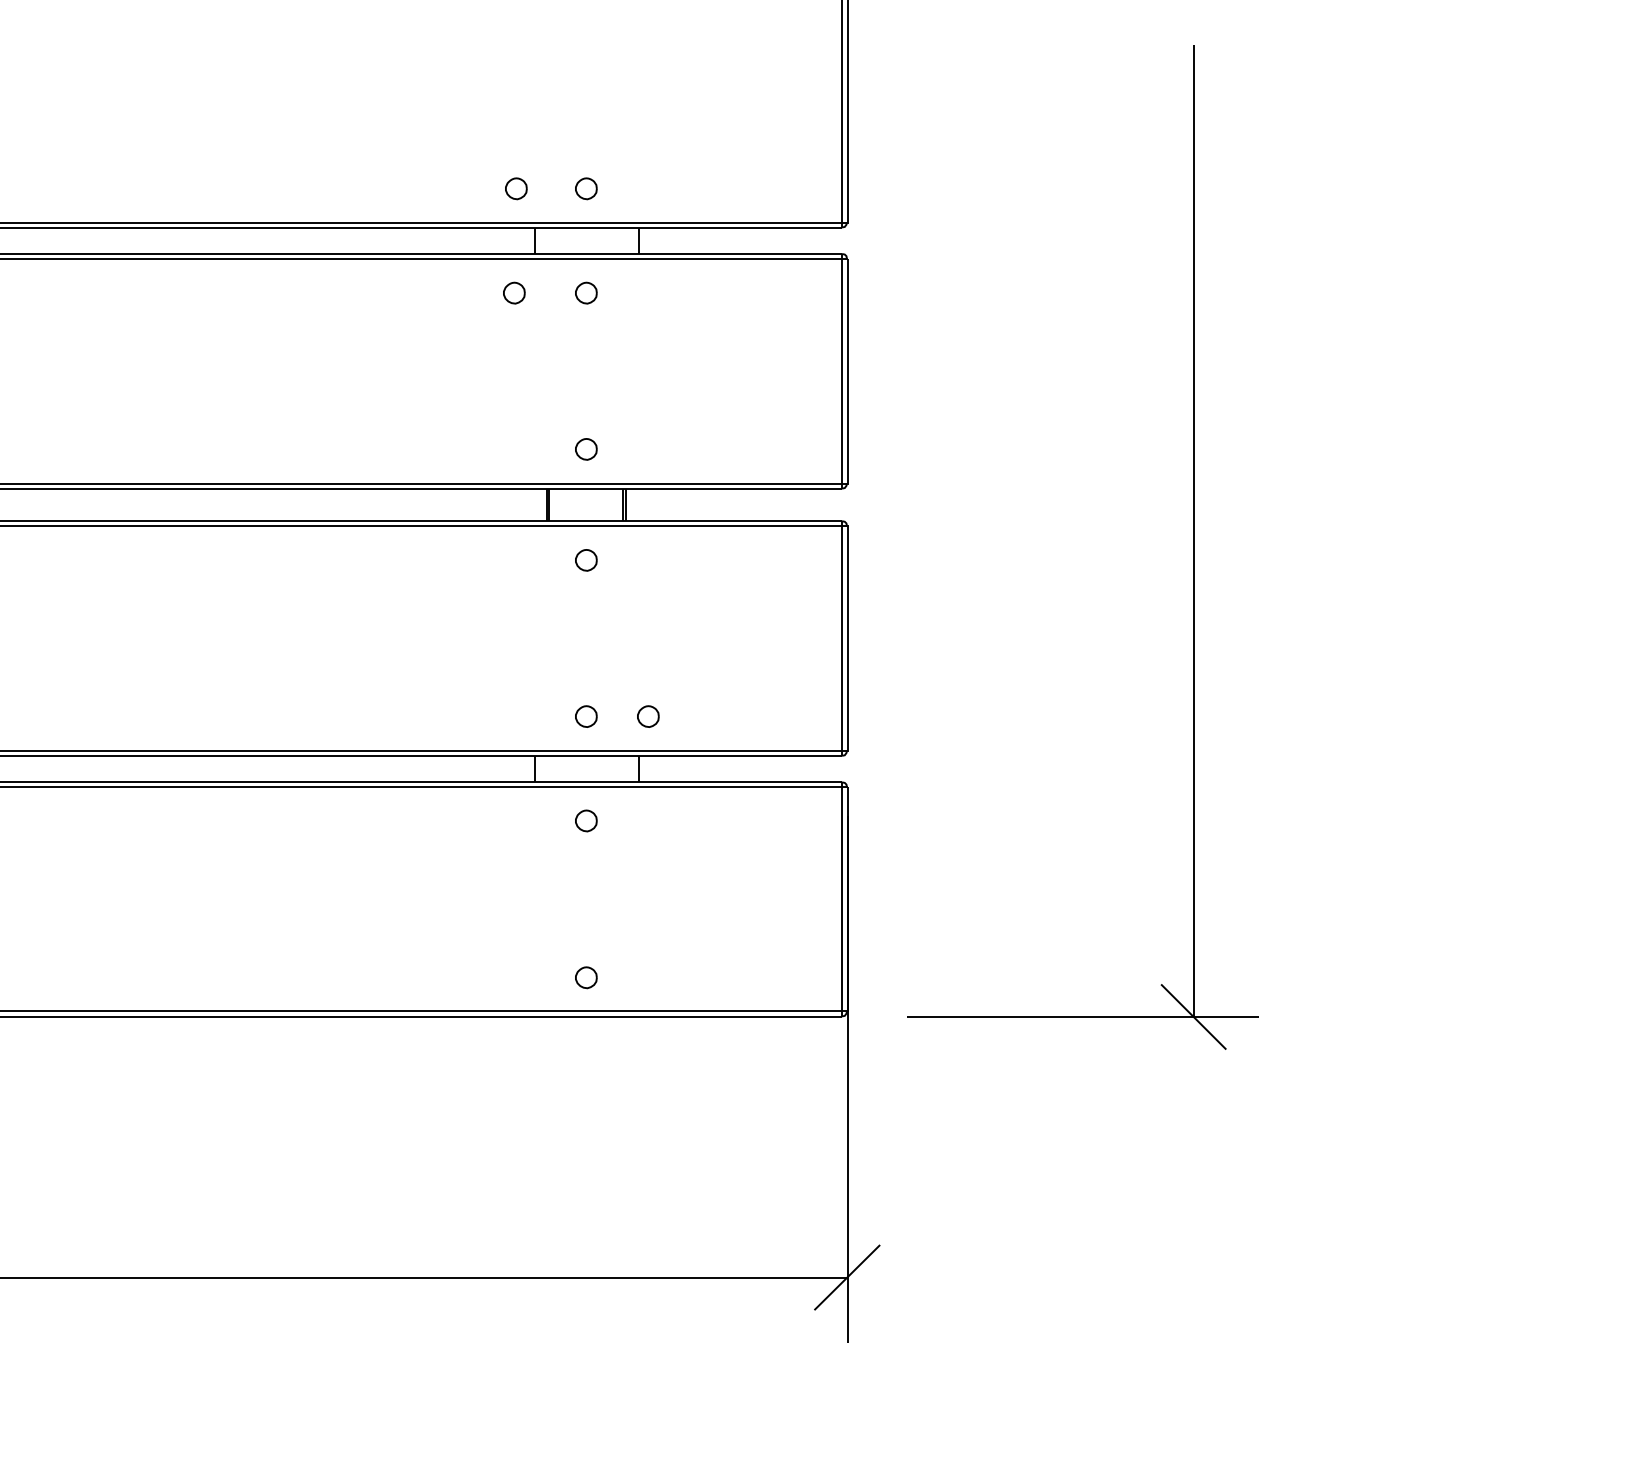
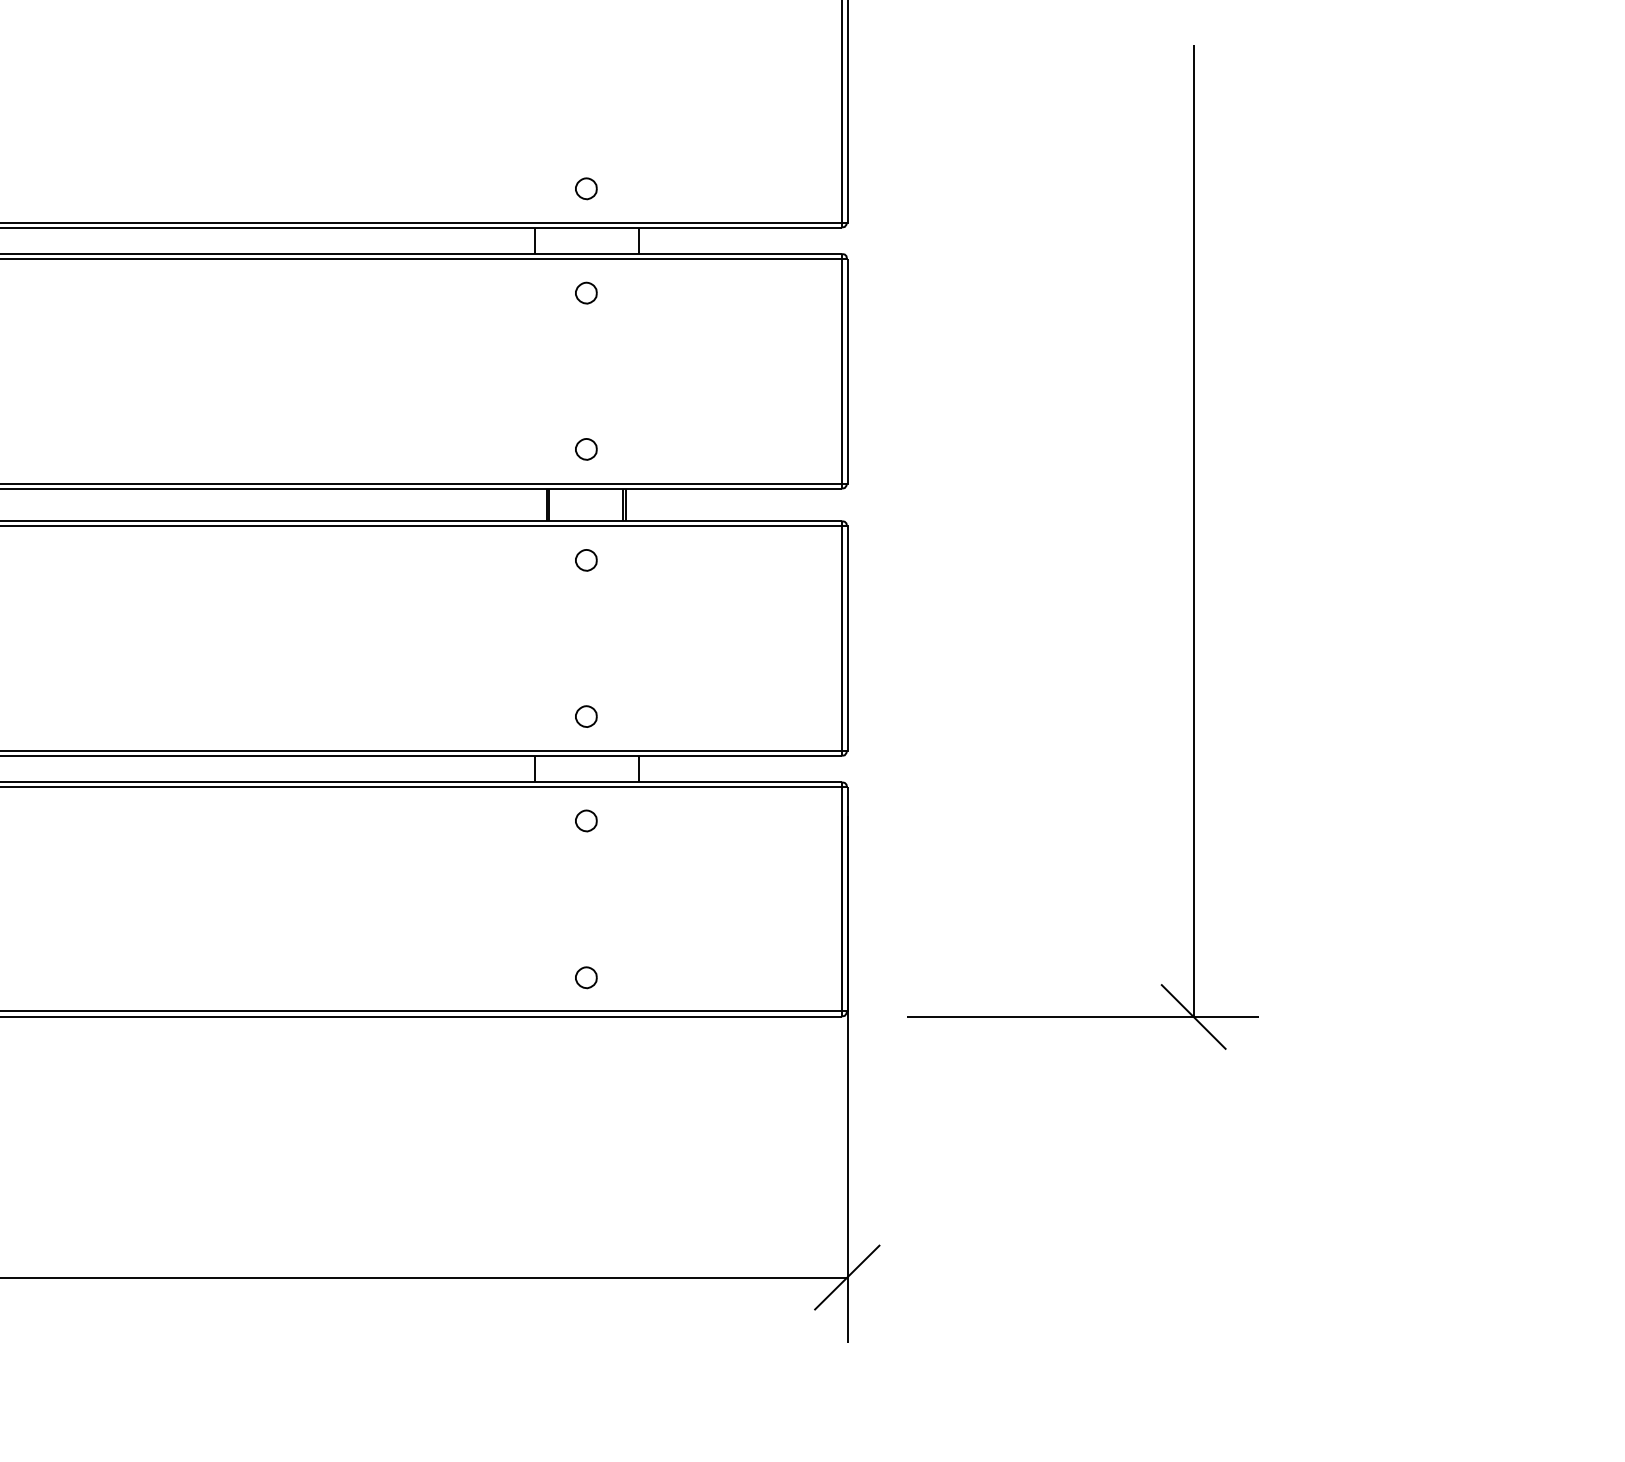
part at (516, 188): present -> none
part at (514, 292): present -> none
part at (648, 716): present -> none
